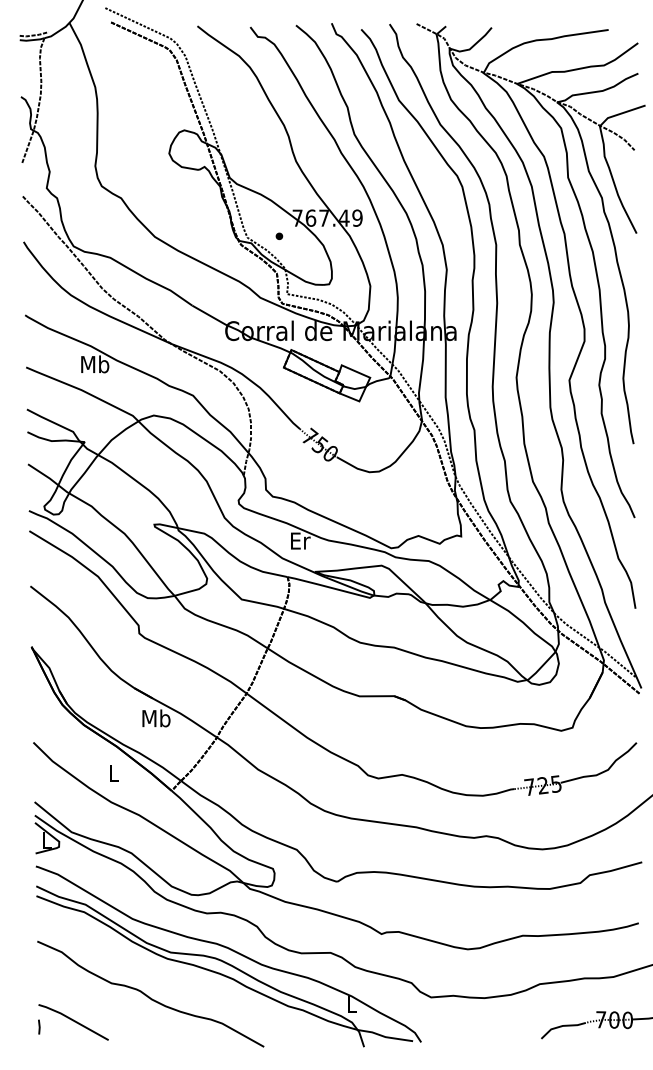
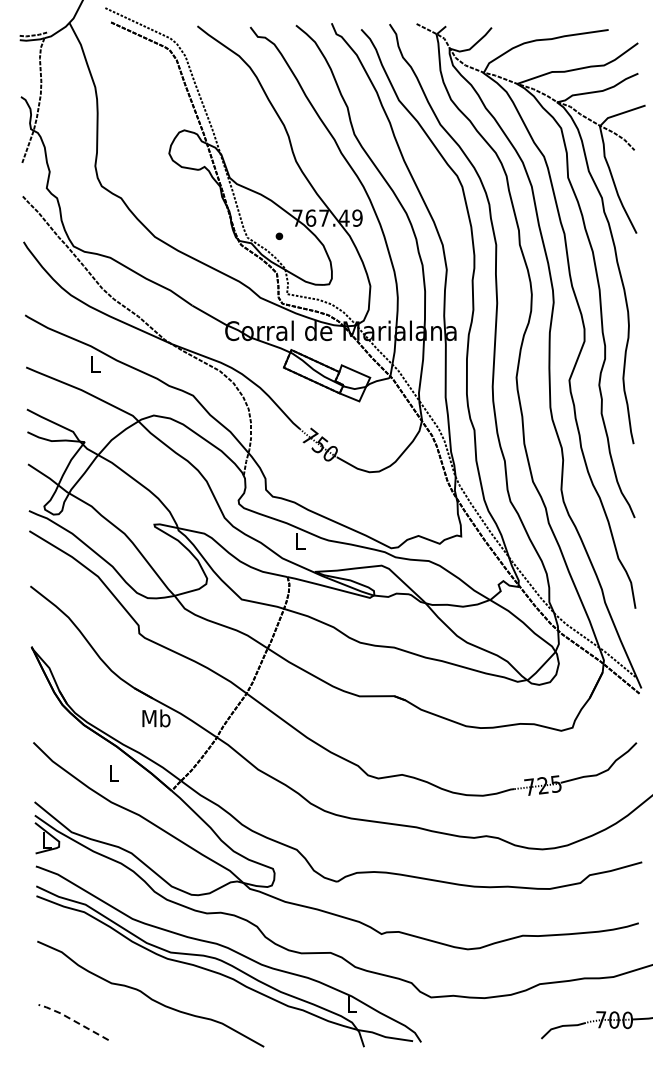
text at (95, 364): Mb -> L
text at (300, 540): Er -> L
line at (72, 1020): solid -> dashed
line at (39, 1026): present -> none
